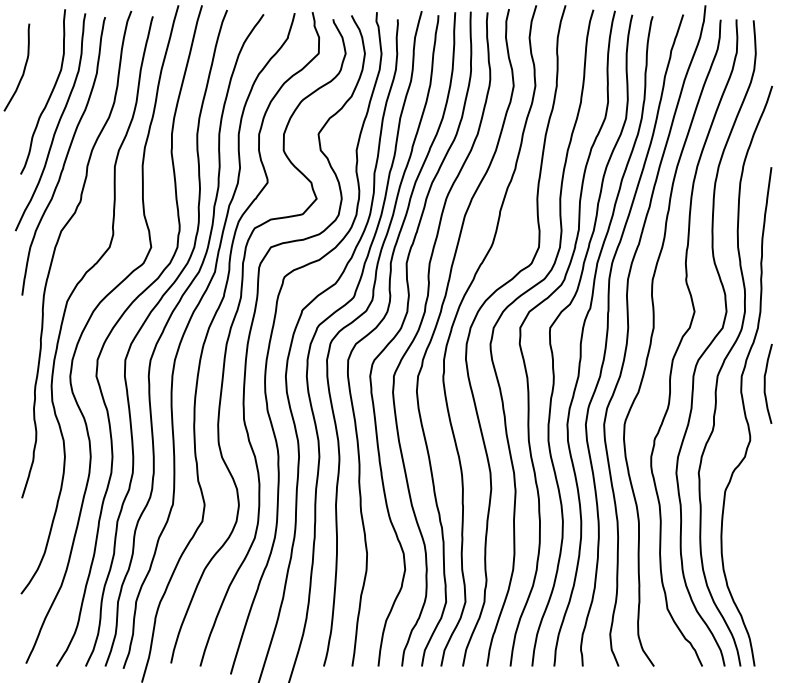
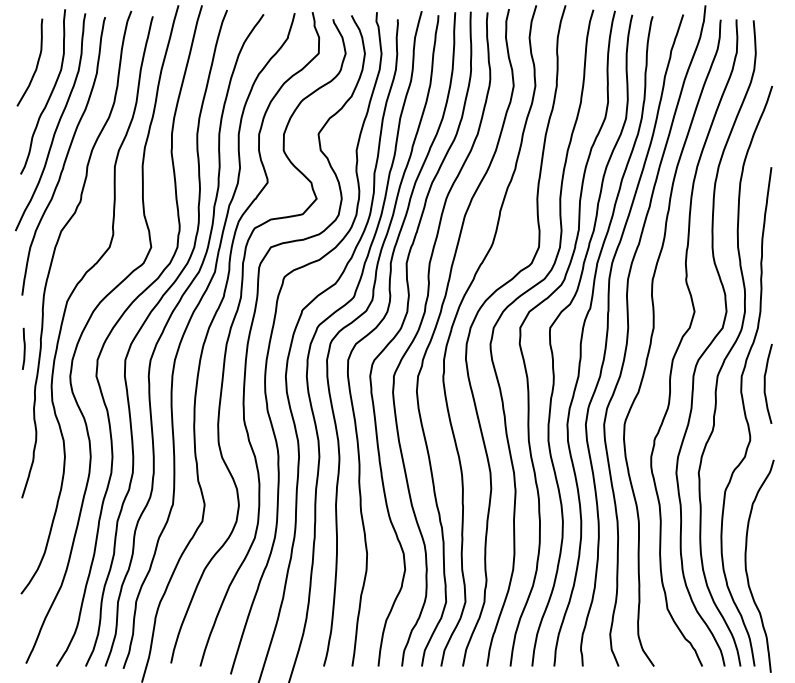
curve at (23, 68) position: (23, 68) -> (36, 63)
line at (23, 348): none -> present
curve at (746, 565): none -> present
